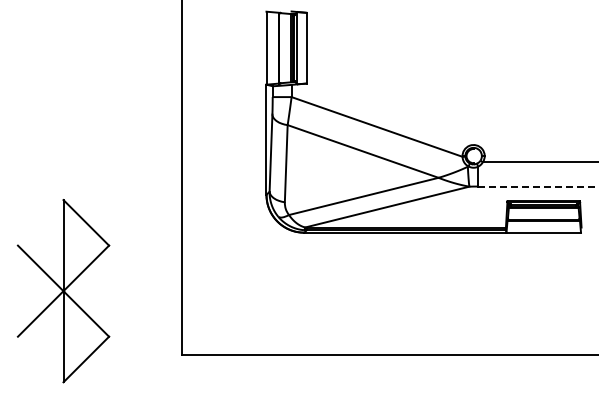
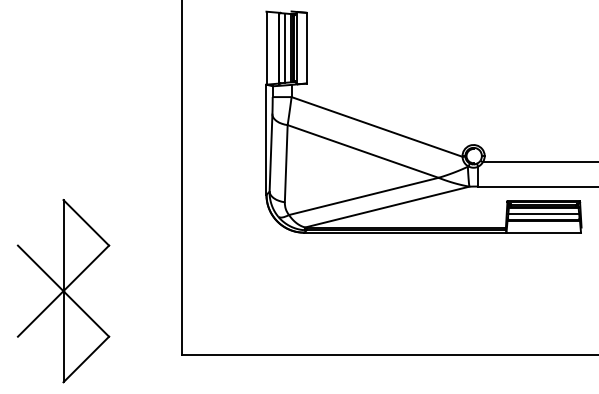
line at (285, 47): none -> present
line at (538, 186): dashed -> solid
line at (543, 214): none -> present
